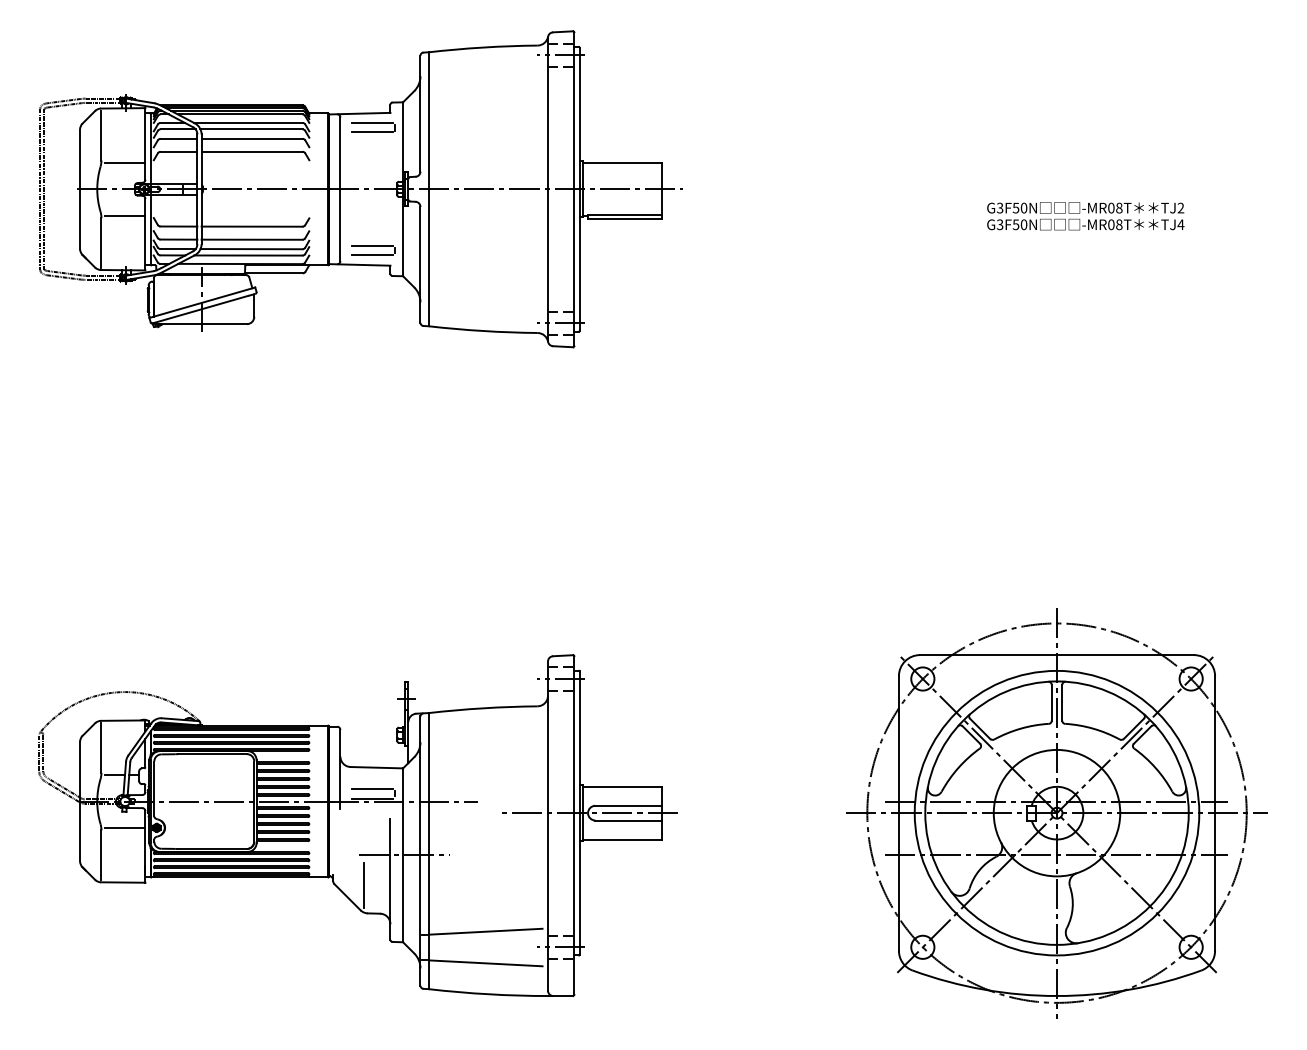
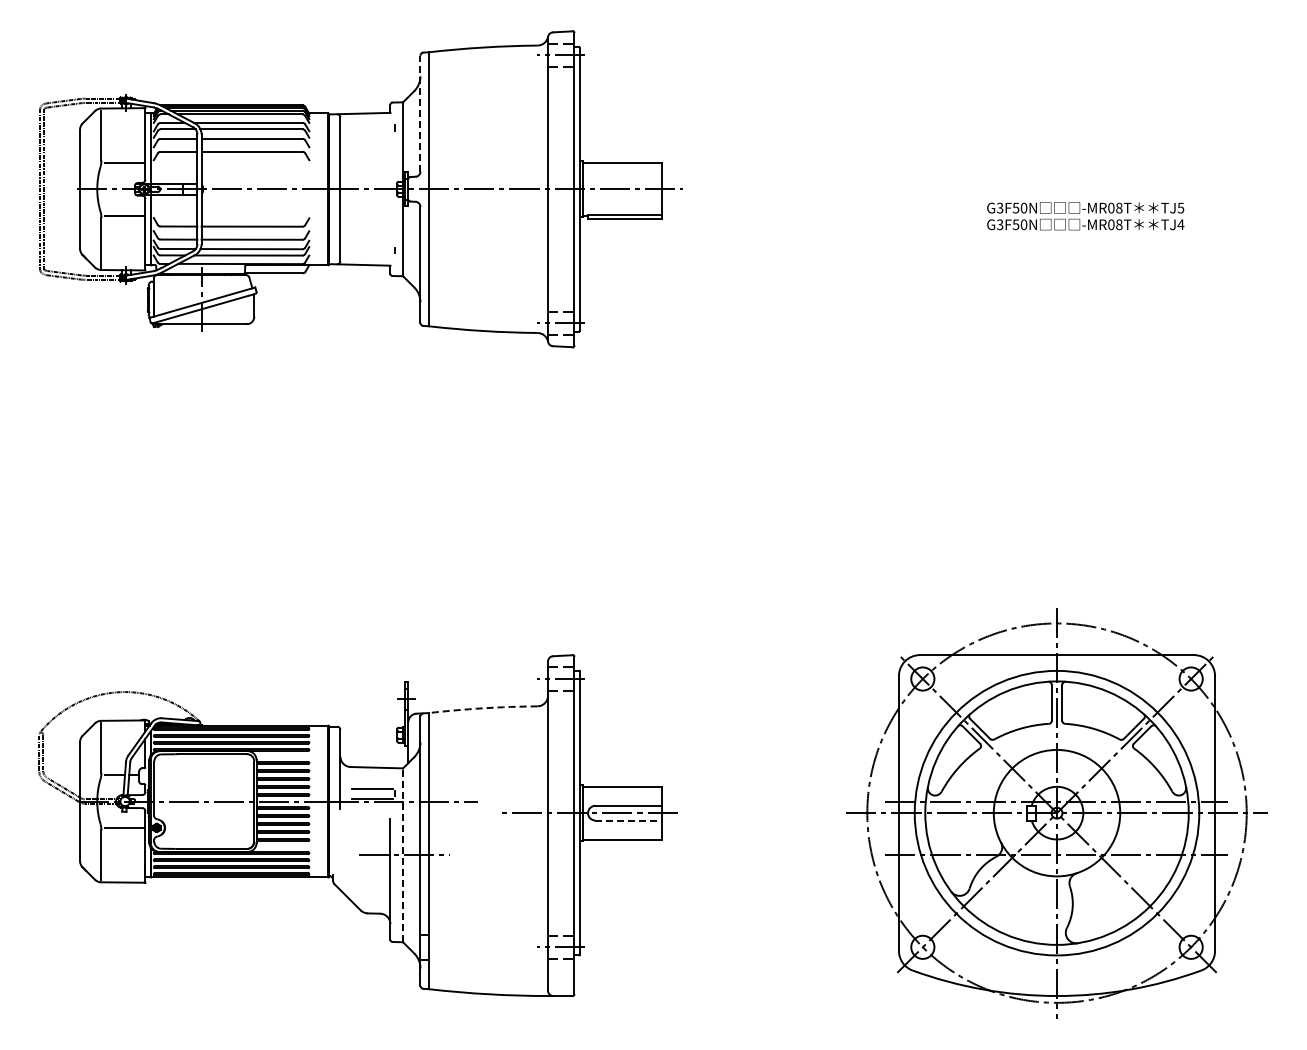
line at (420, 113): solid -> dashed
line at (372, 123): present -> none
line at (372, 132): present -> none
text at (1180, 207): TJ2 -> TJ5
line at (372, 246): present -> none
line at (372, 255): present -> none
arc at (483, 708): solid -> dashed
line at (629, 820): solid -> dashed
line at (403, 855): solid -> dashed
line at (363, 885): present -> none
line at (485, 931): present -> none
line at (485, 963): present -> none
